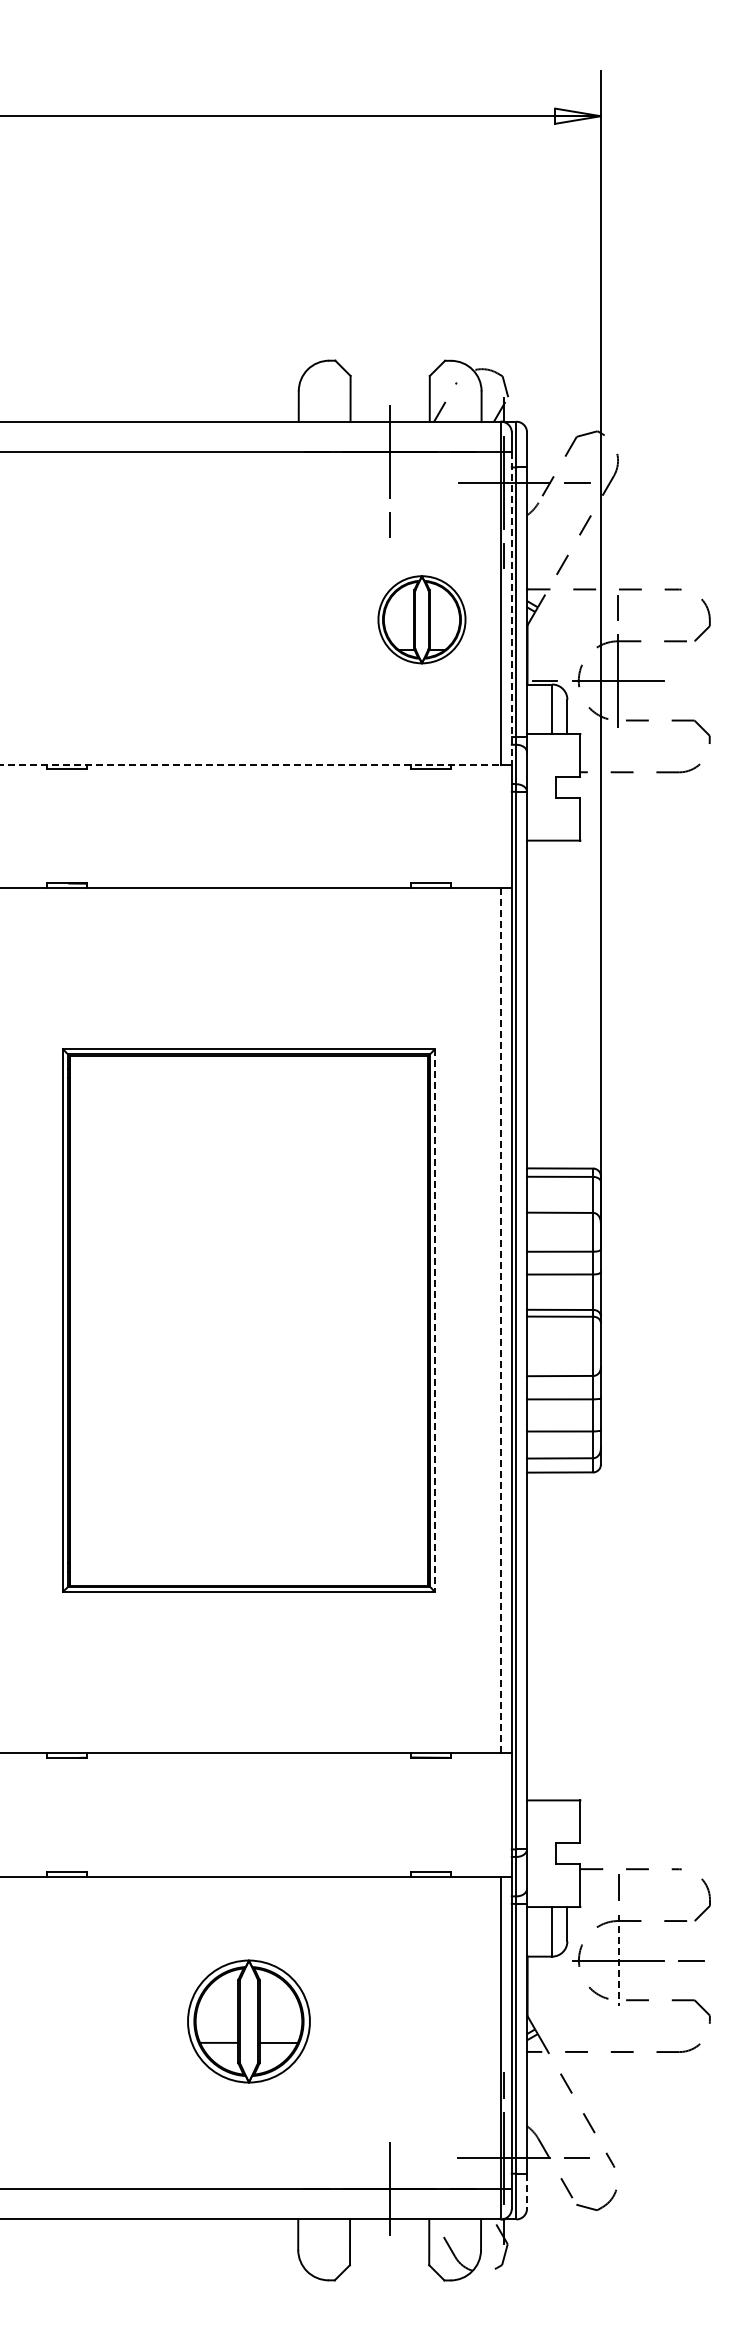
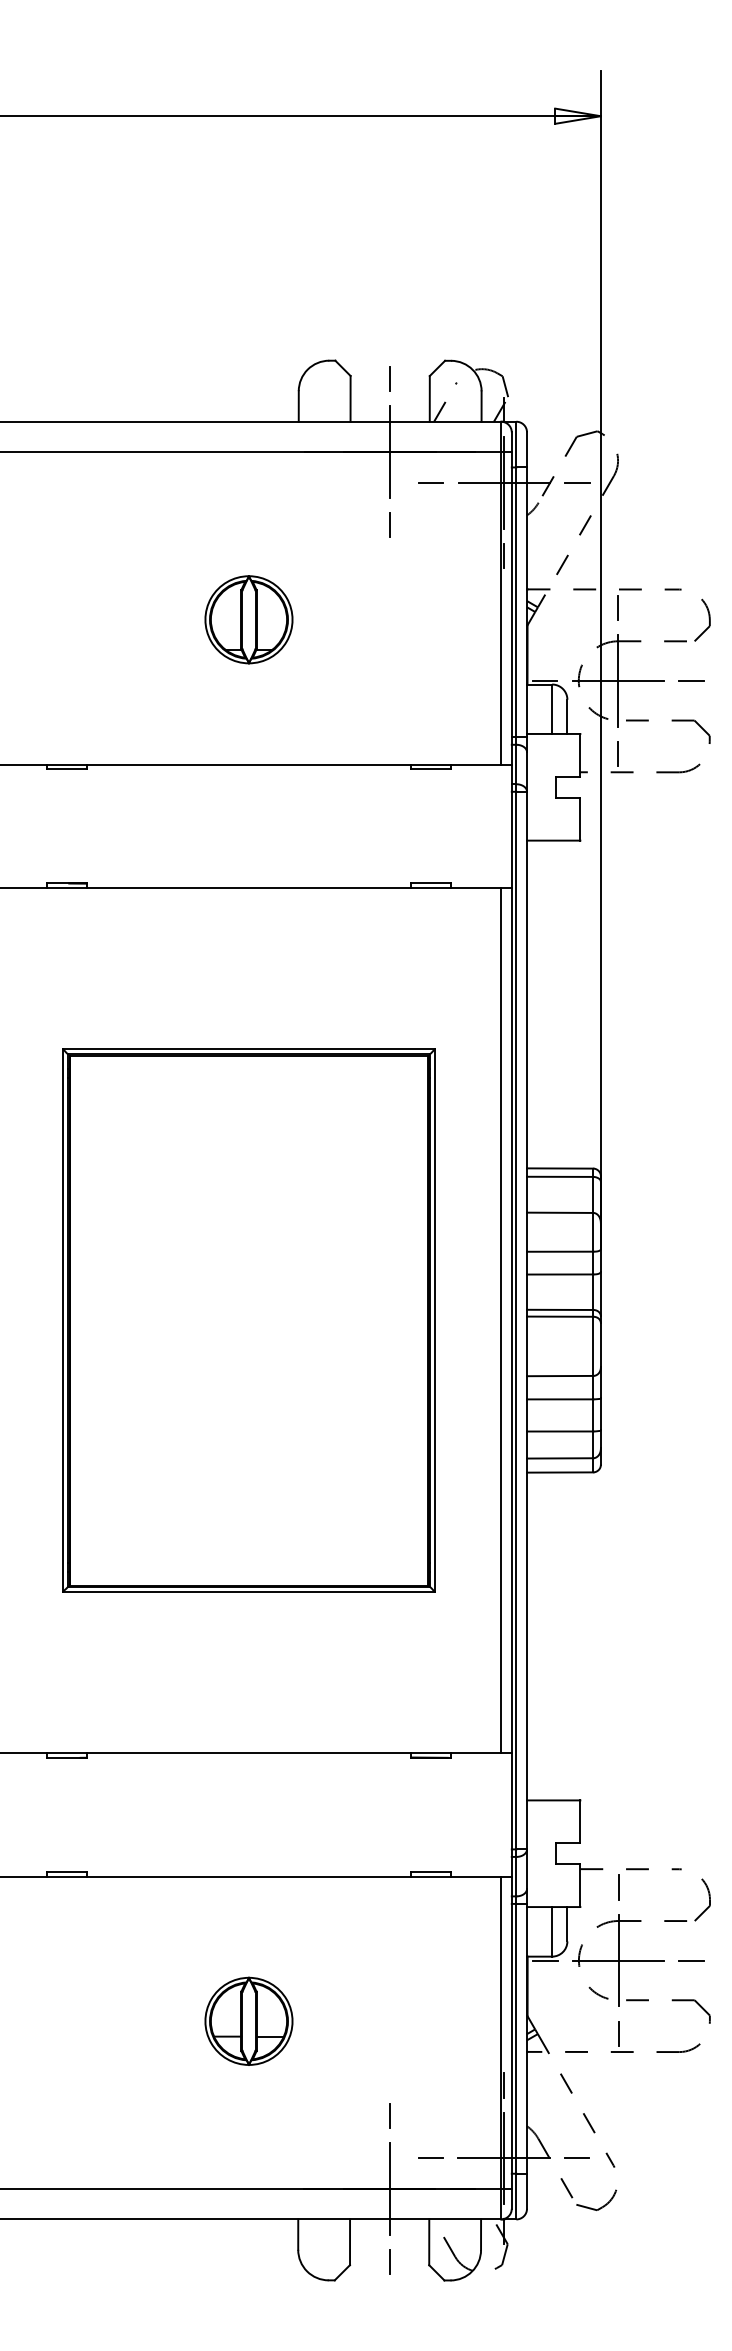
line at (390, 378): none -> present
line at (431, 482): none -> present
line at (511, 608): dashed -> solid
part at (421, 619) position: (421, 619) -> (248, 619)
line at (691, 680): none -> present
line at (618, 753): none -> present
line at (251, 764): dashed -> solid
line at (501, 1320): dashed -> solid
line at (434, 1321): dashed -> solid
line at (545, 1960): none -> present
line at (618, 1960): dashed -> solid
part at (248, 2021) size: 124x125 px -> 90x90 px
line at (618, 2033): none -> present
line at (389, 2115): none -> present
line at (430, 2158): none -> present
line at (527, 2191): dashed -> solid
line at (389, 2261): none -> present
